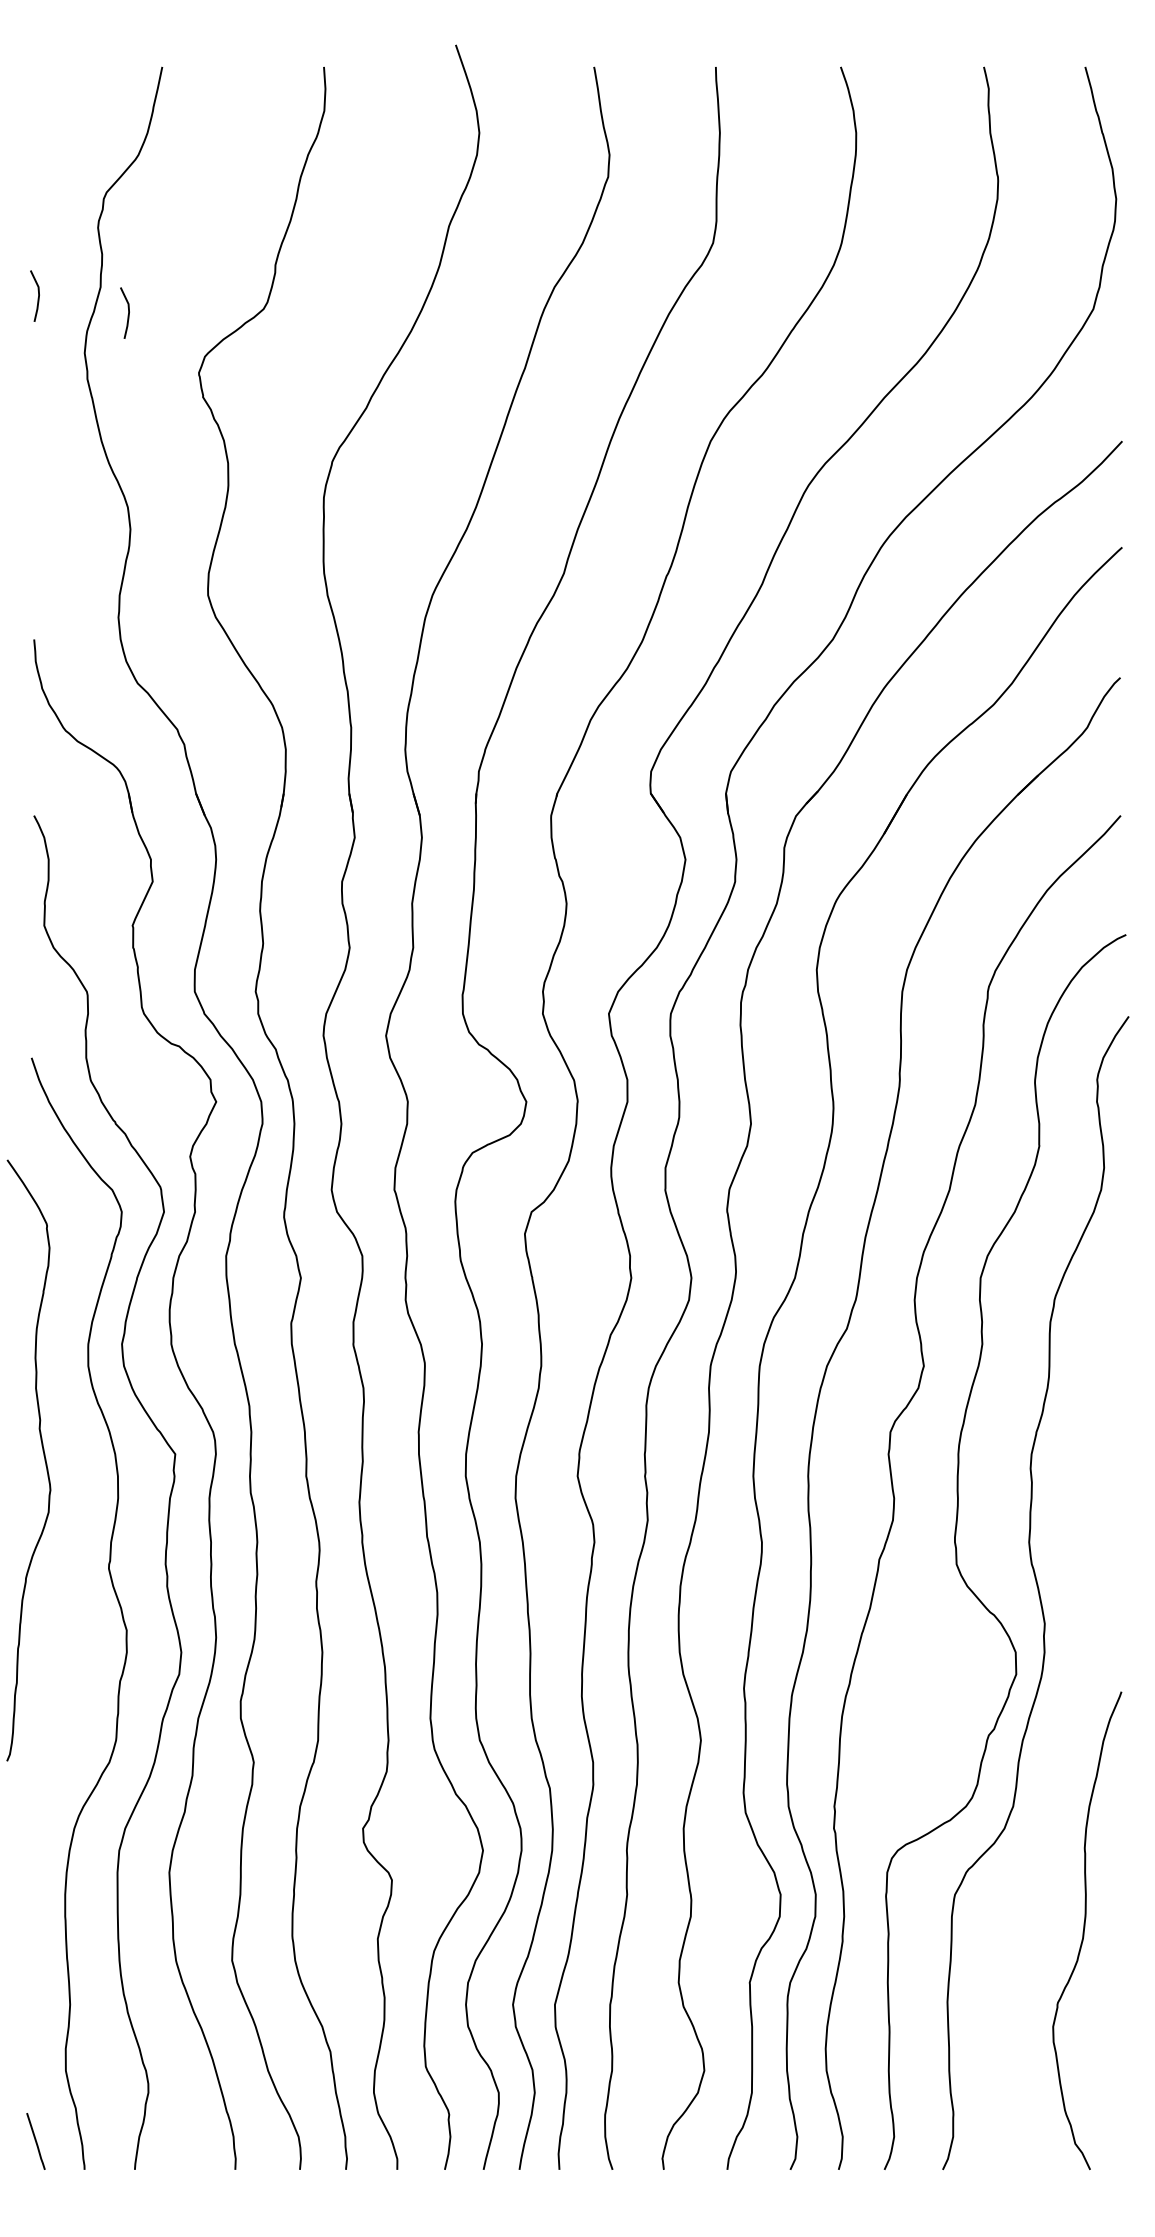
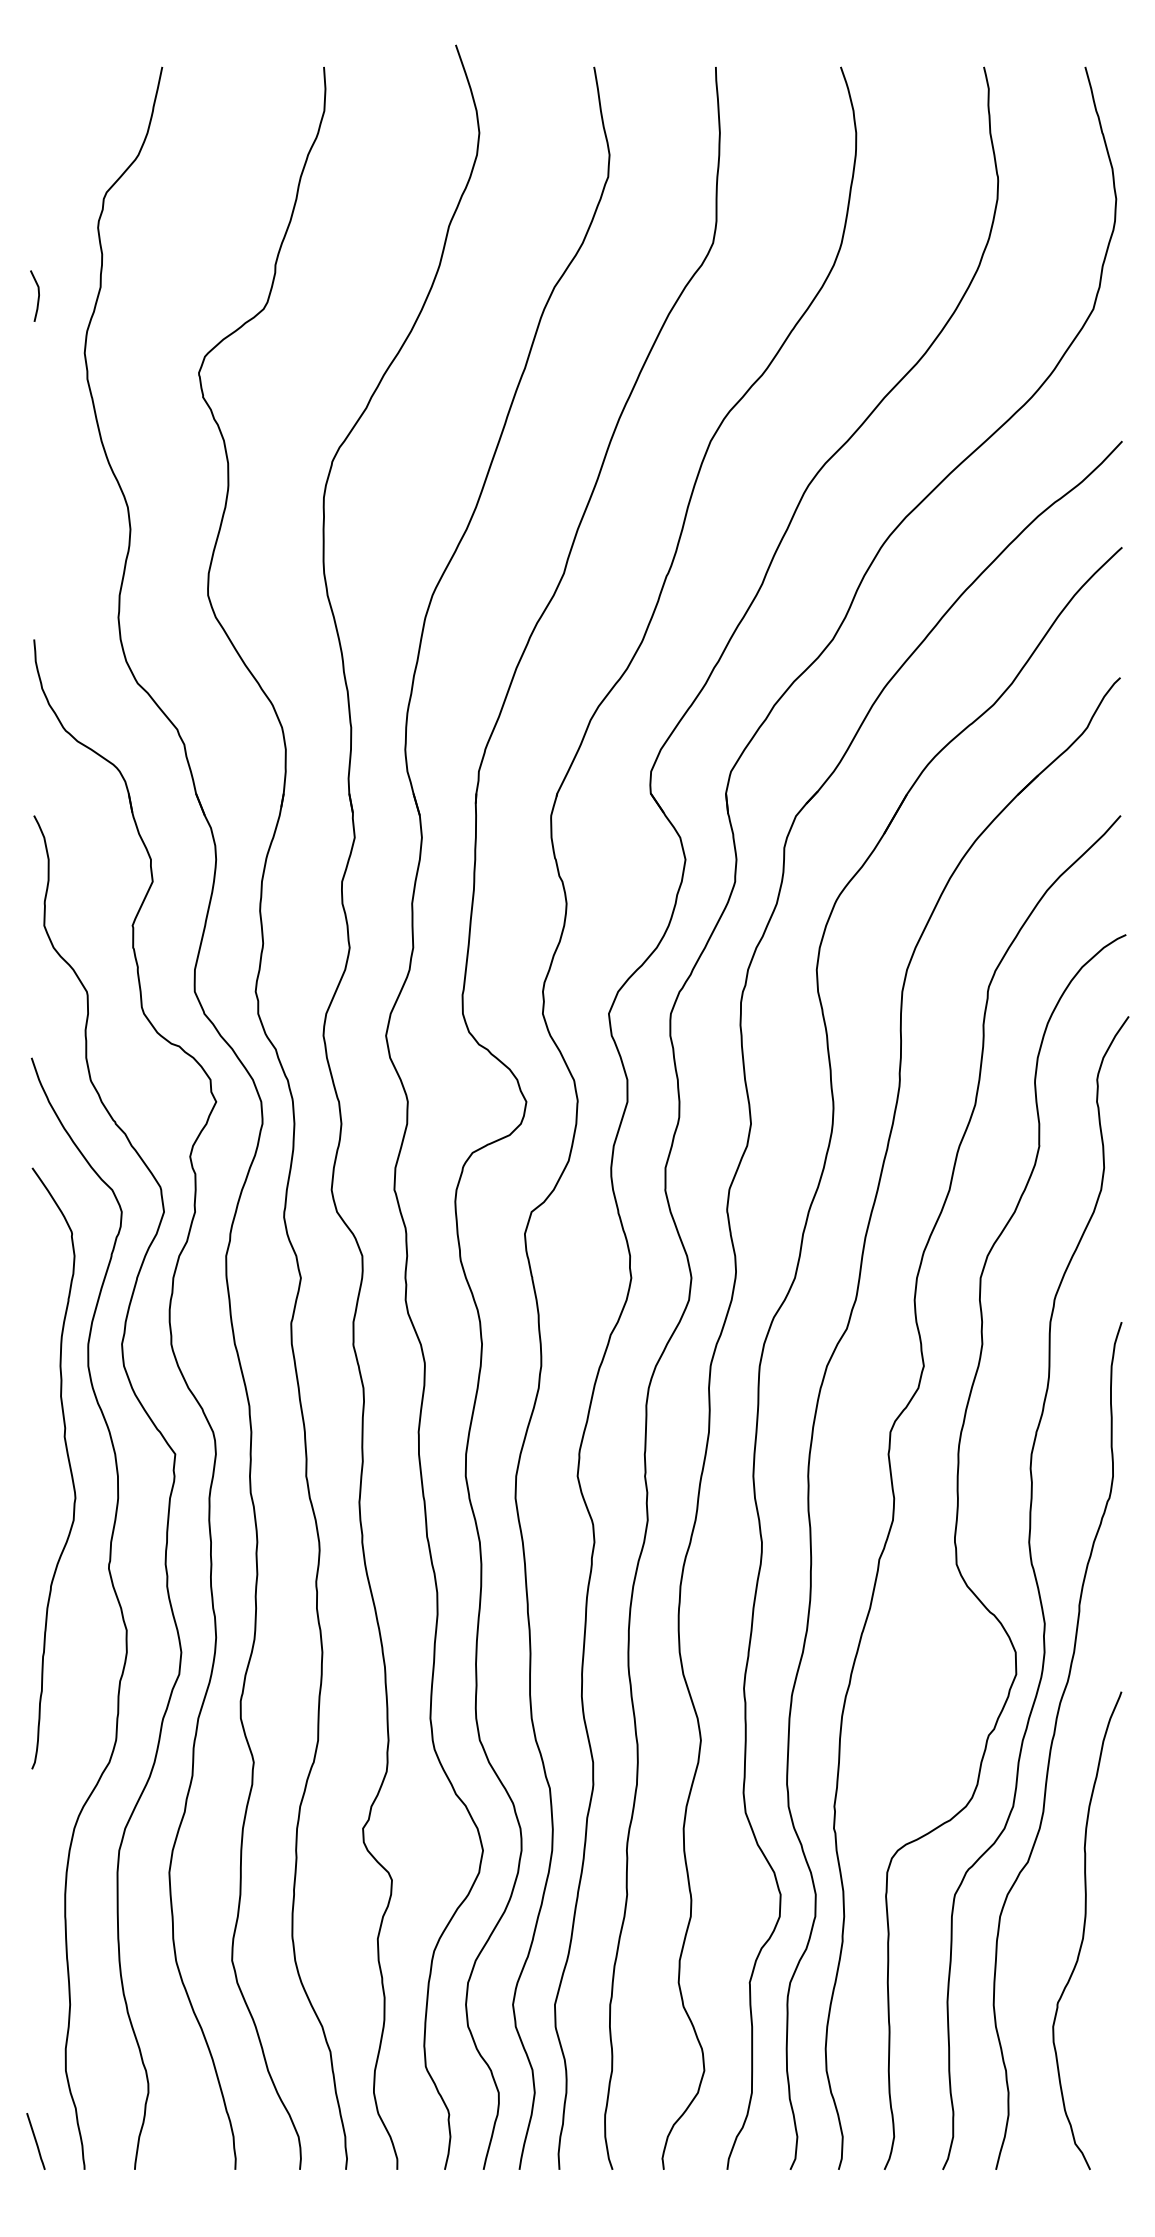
line at (128, 312): present -> none
curve at (43, 1456) position: (43, 1456) -> (68, 1464)
curve at (1052, 1745): none -> present
